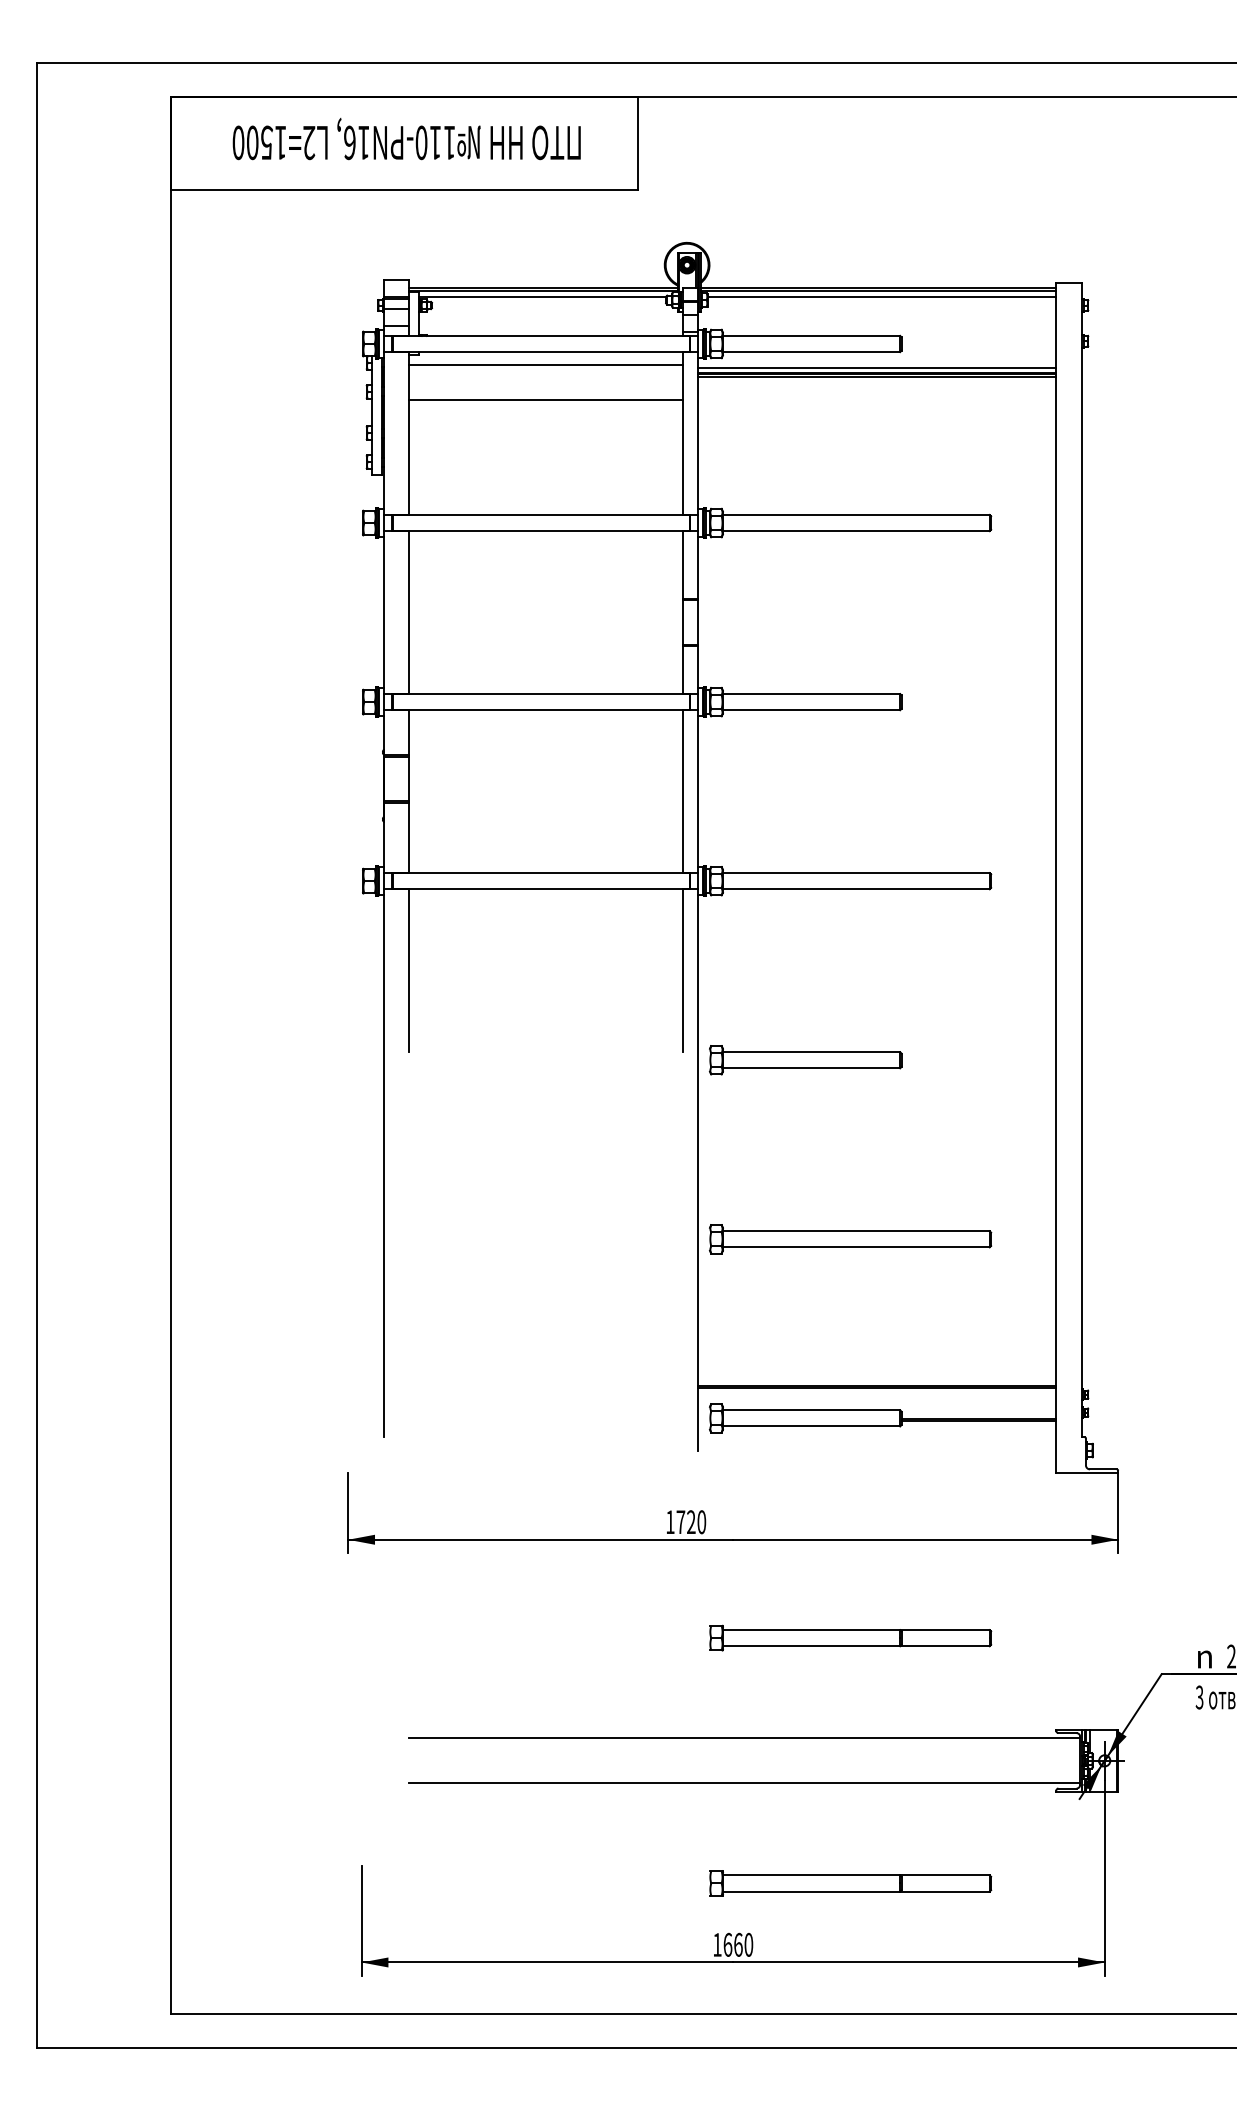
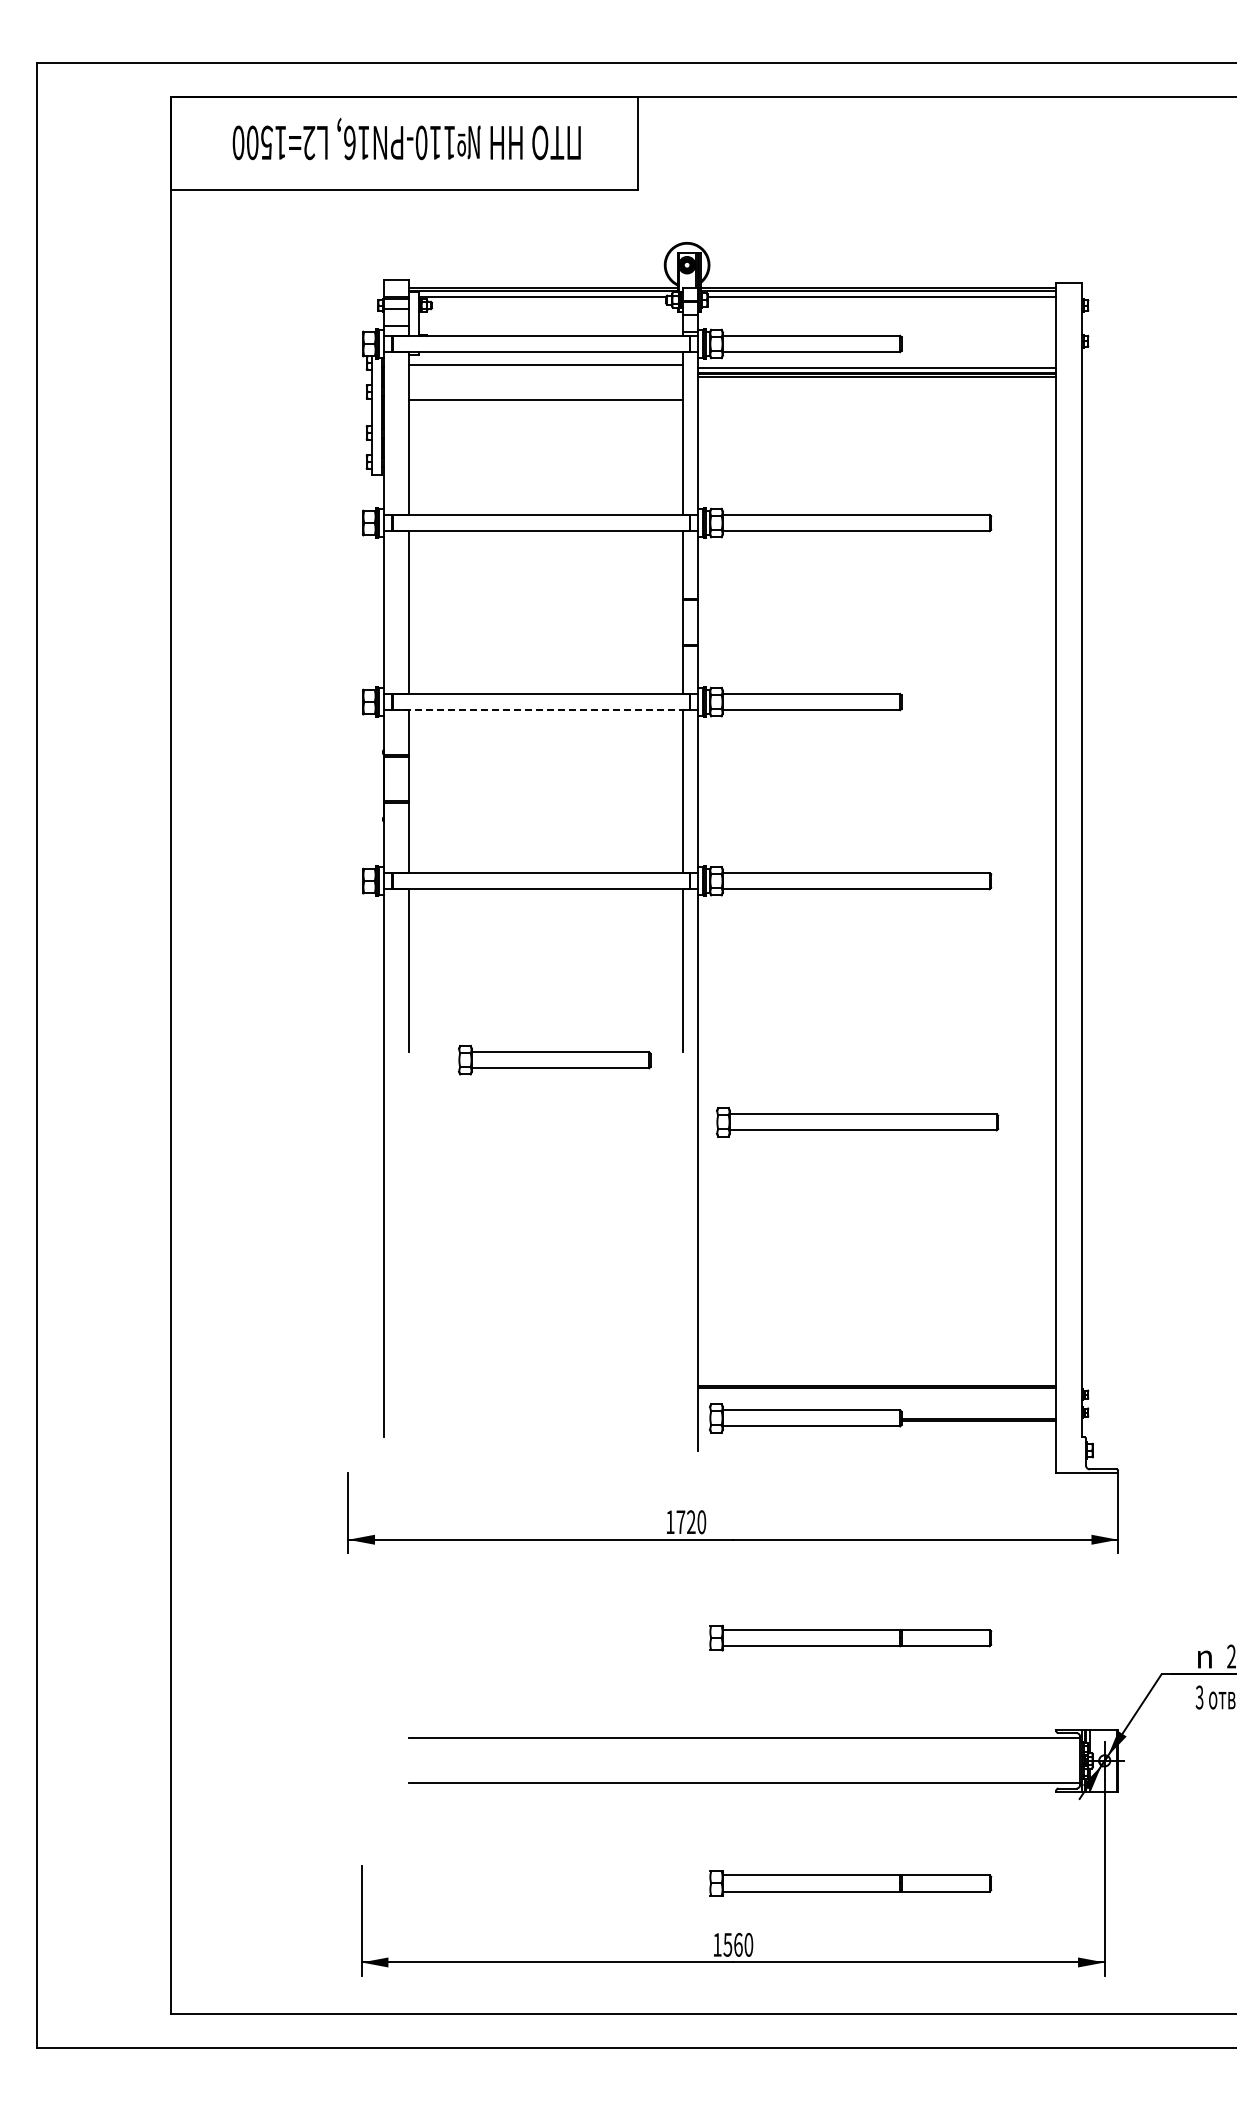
line at (541, 710): solid -> dashed
part at (805, 1060) position: (805, 1060) -> (554, 1060)
part at (850, 1239) position: (850, 1239) -> (857, 1122)
text at (727, 1944): 1660 -> 1560
